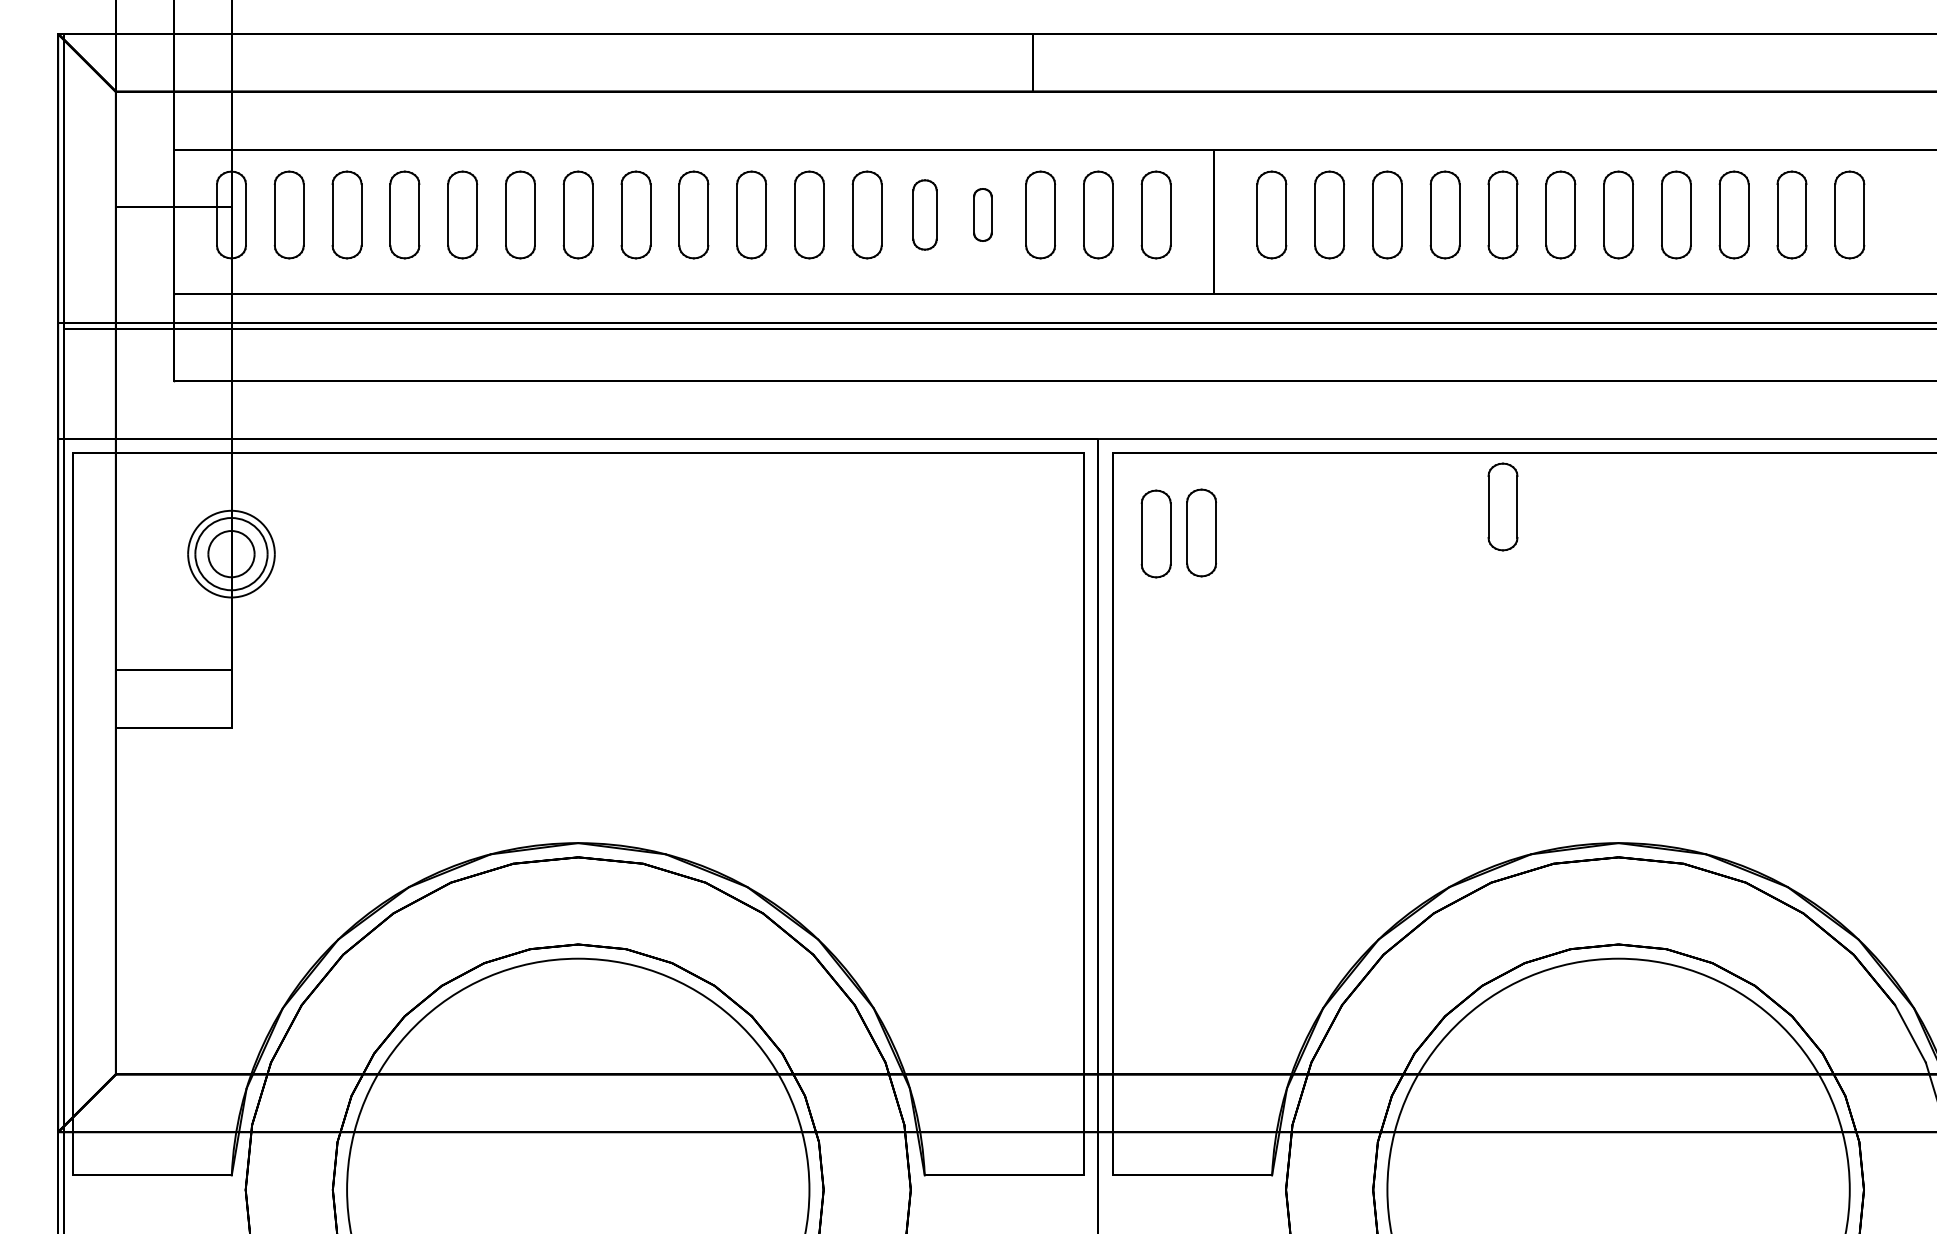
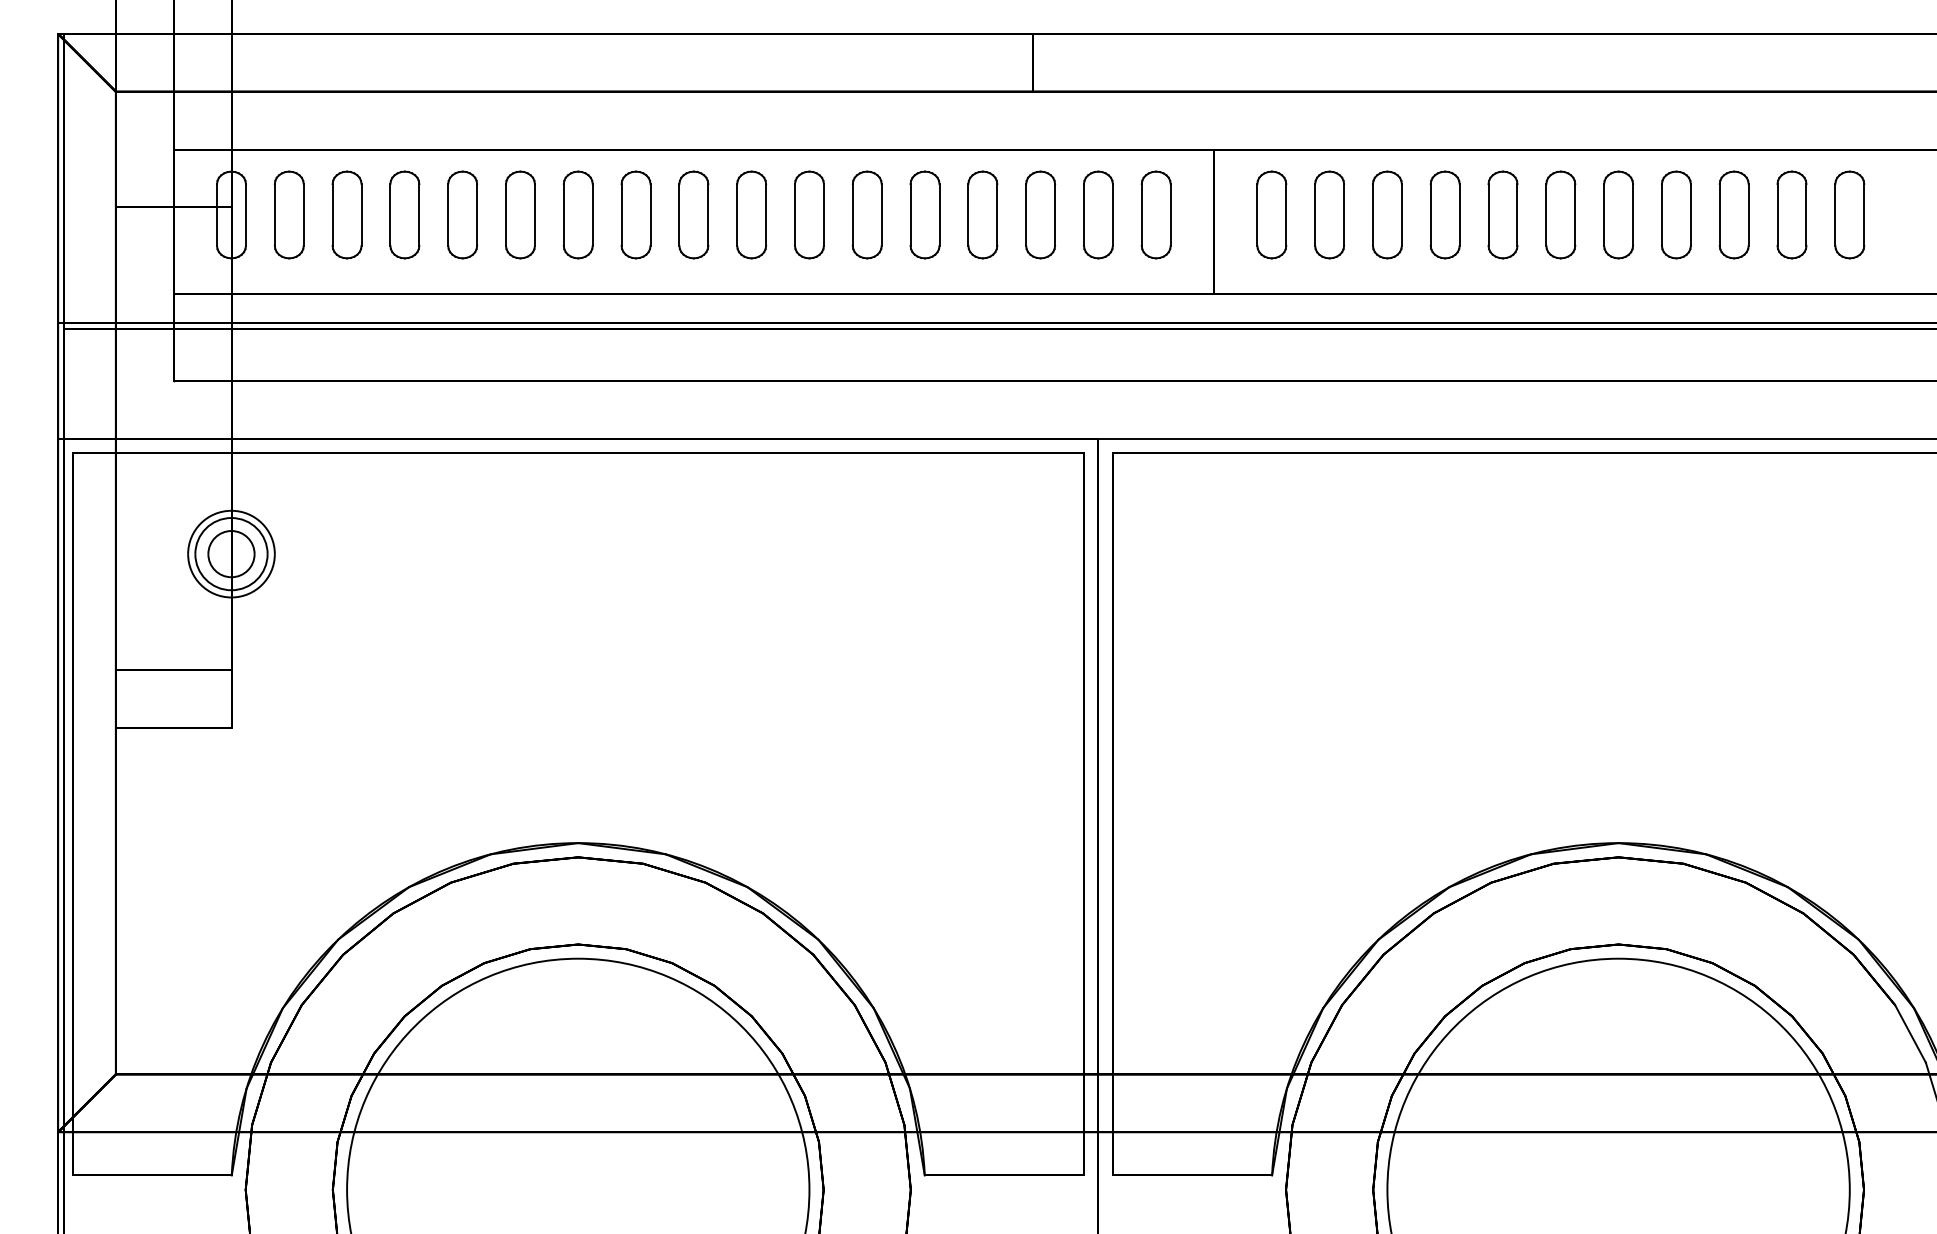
part at (924, 214) size: 26x72 px -> 32x90 px
part at (982, 214) size: 20x54 px -> 32x90 px
part at (1502, 506): present -> none
part at (1201, 532): present -> none
part at (1155, 533): present -> none
